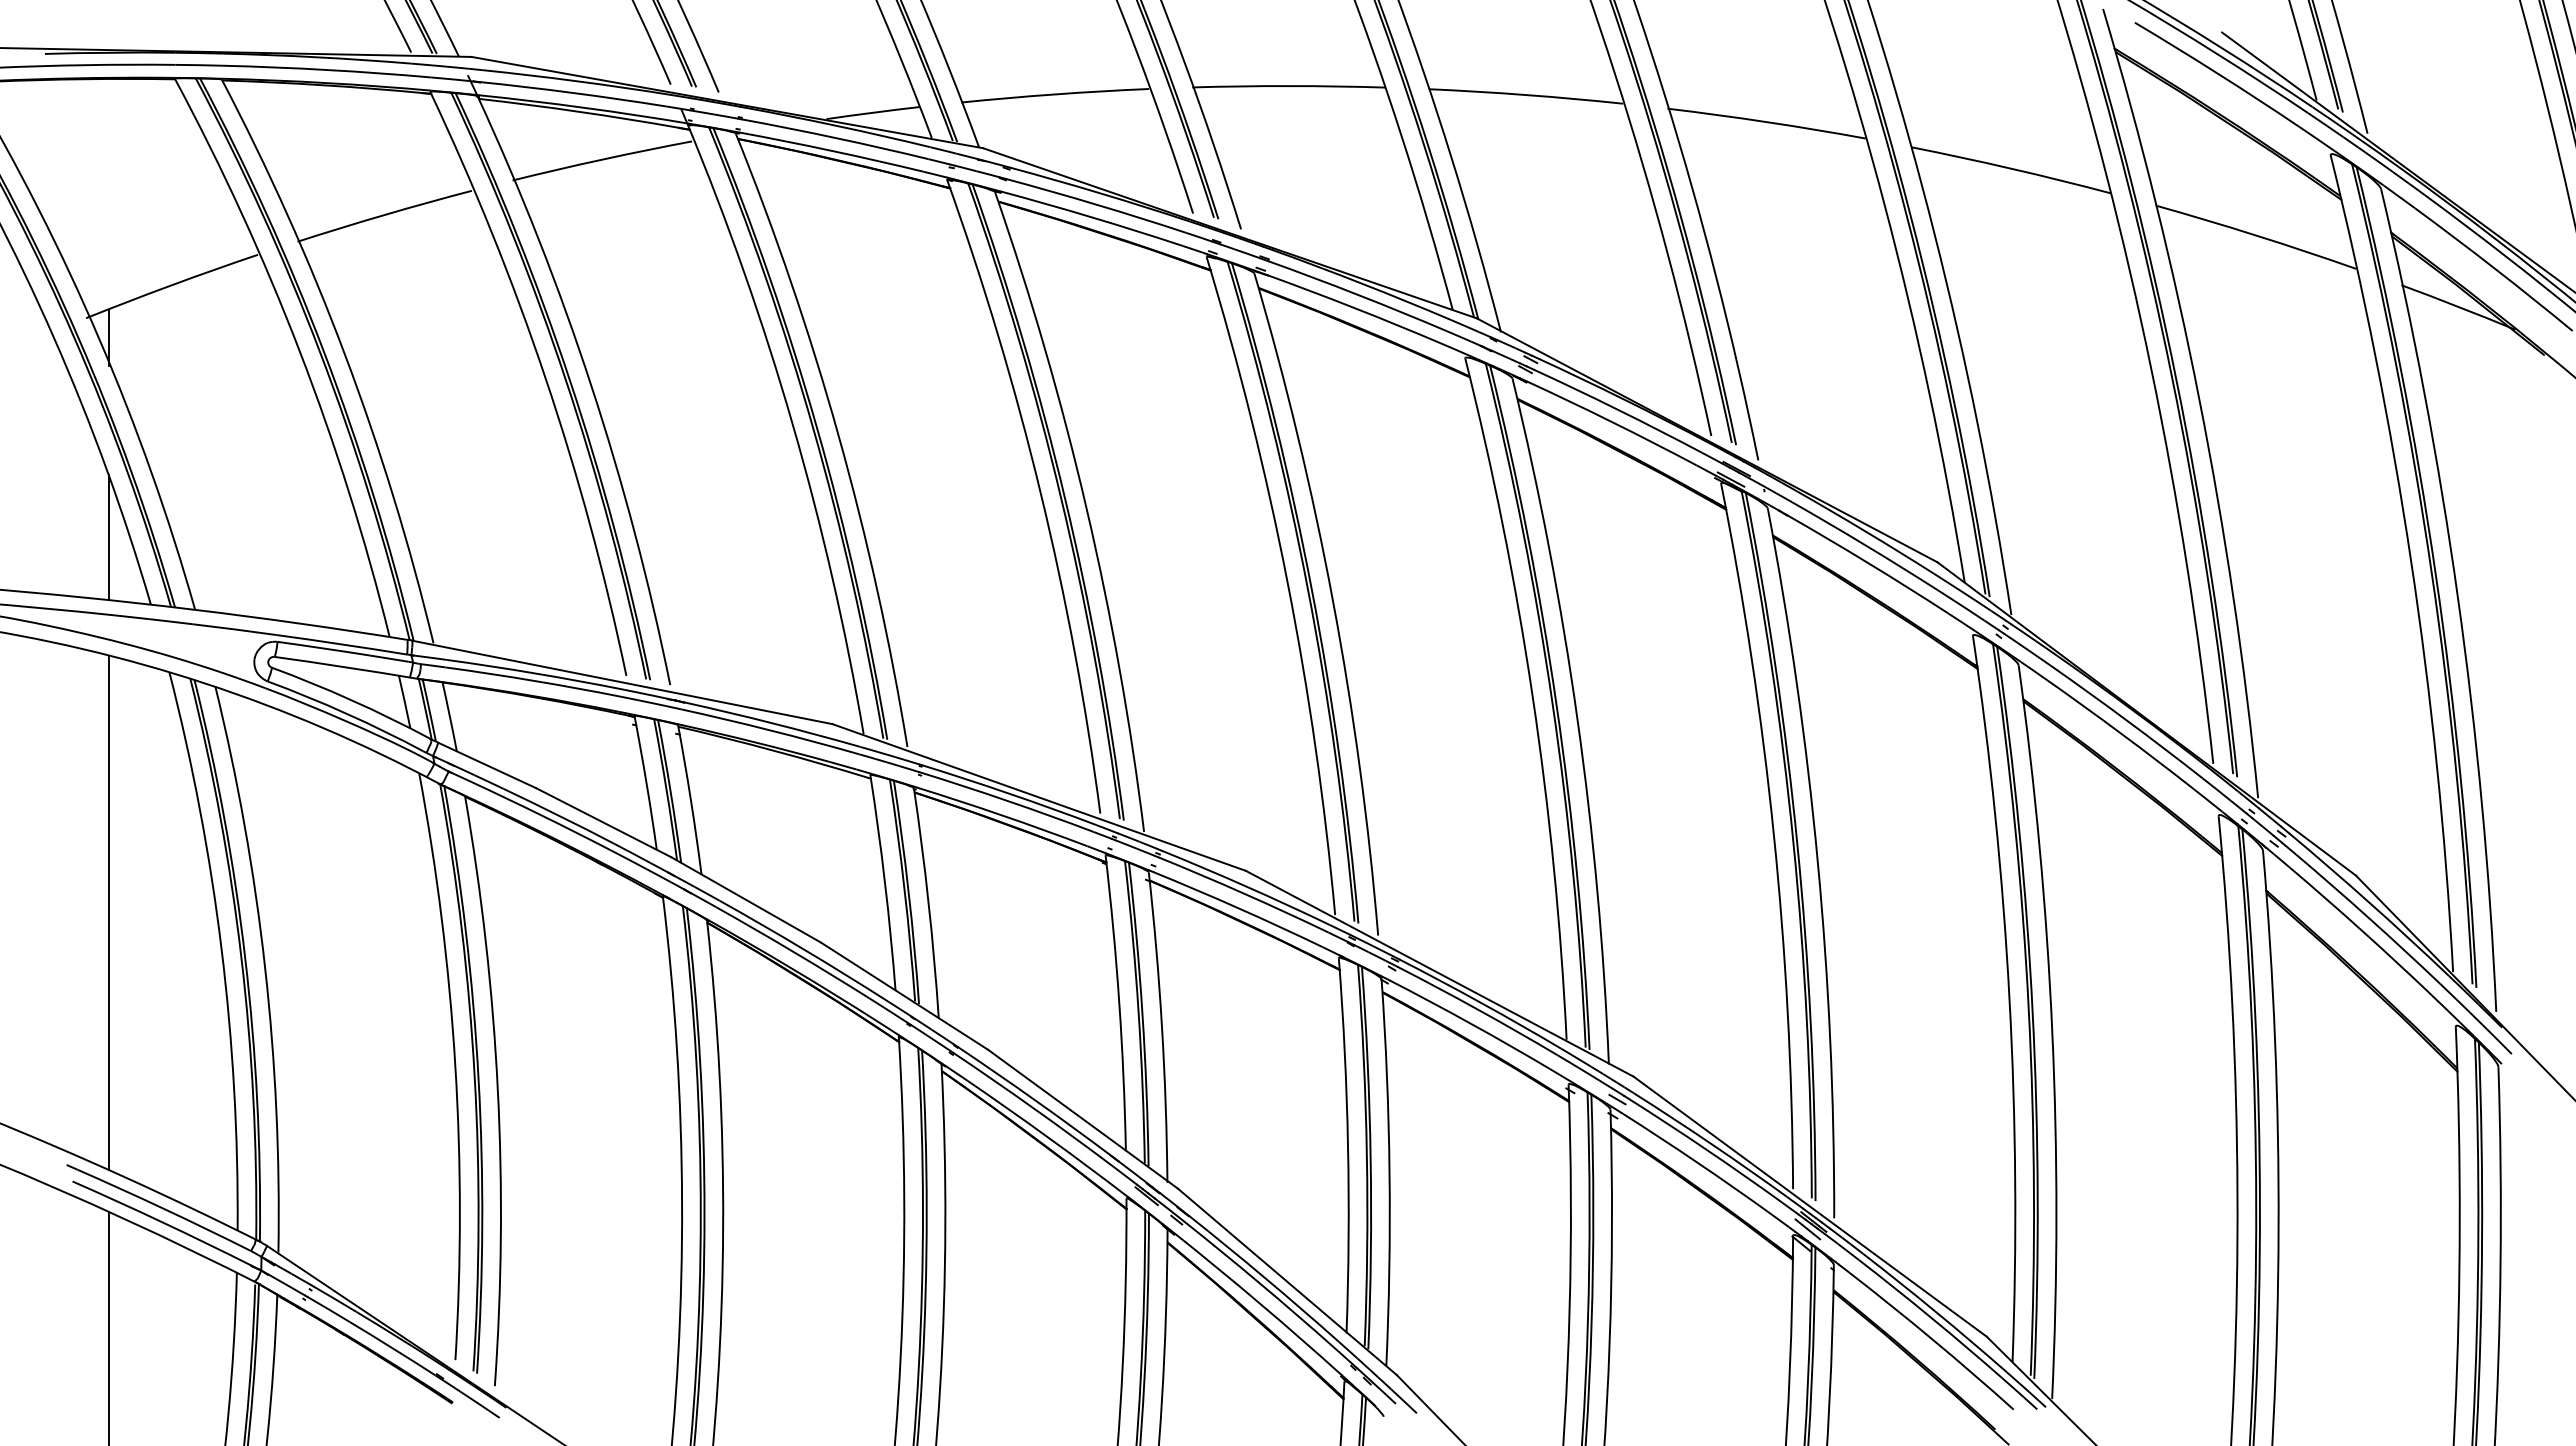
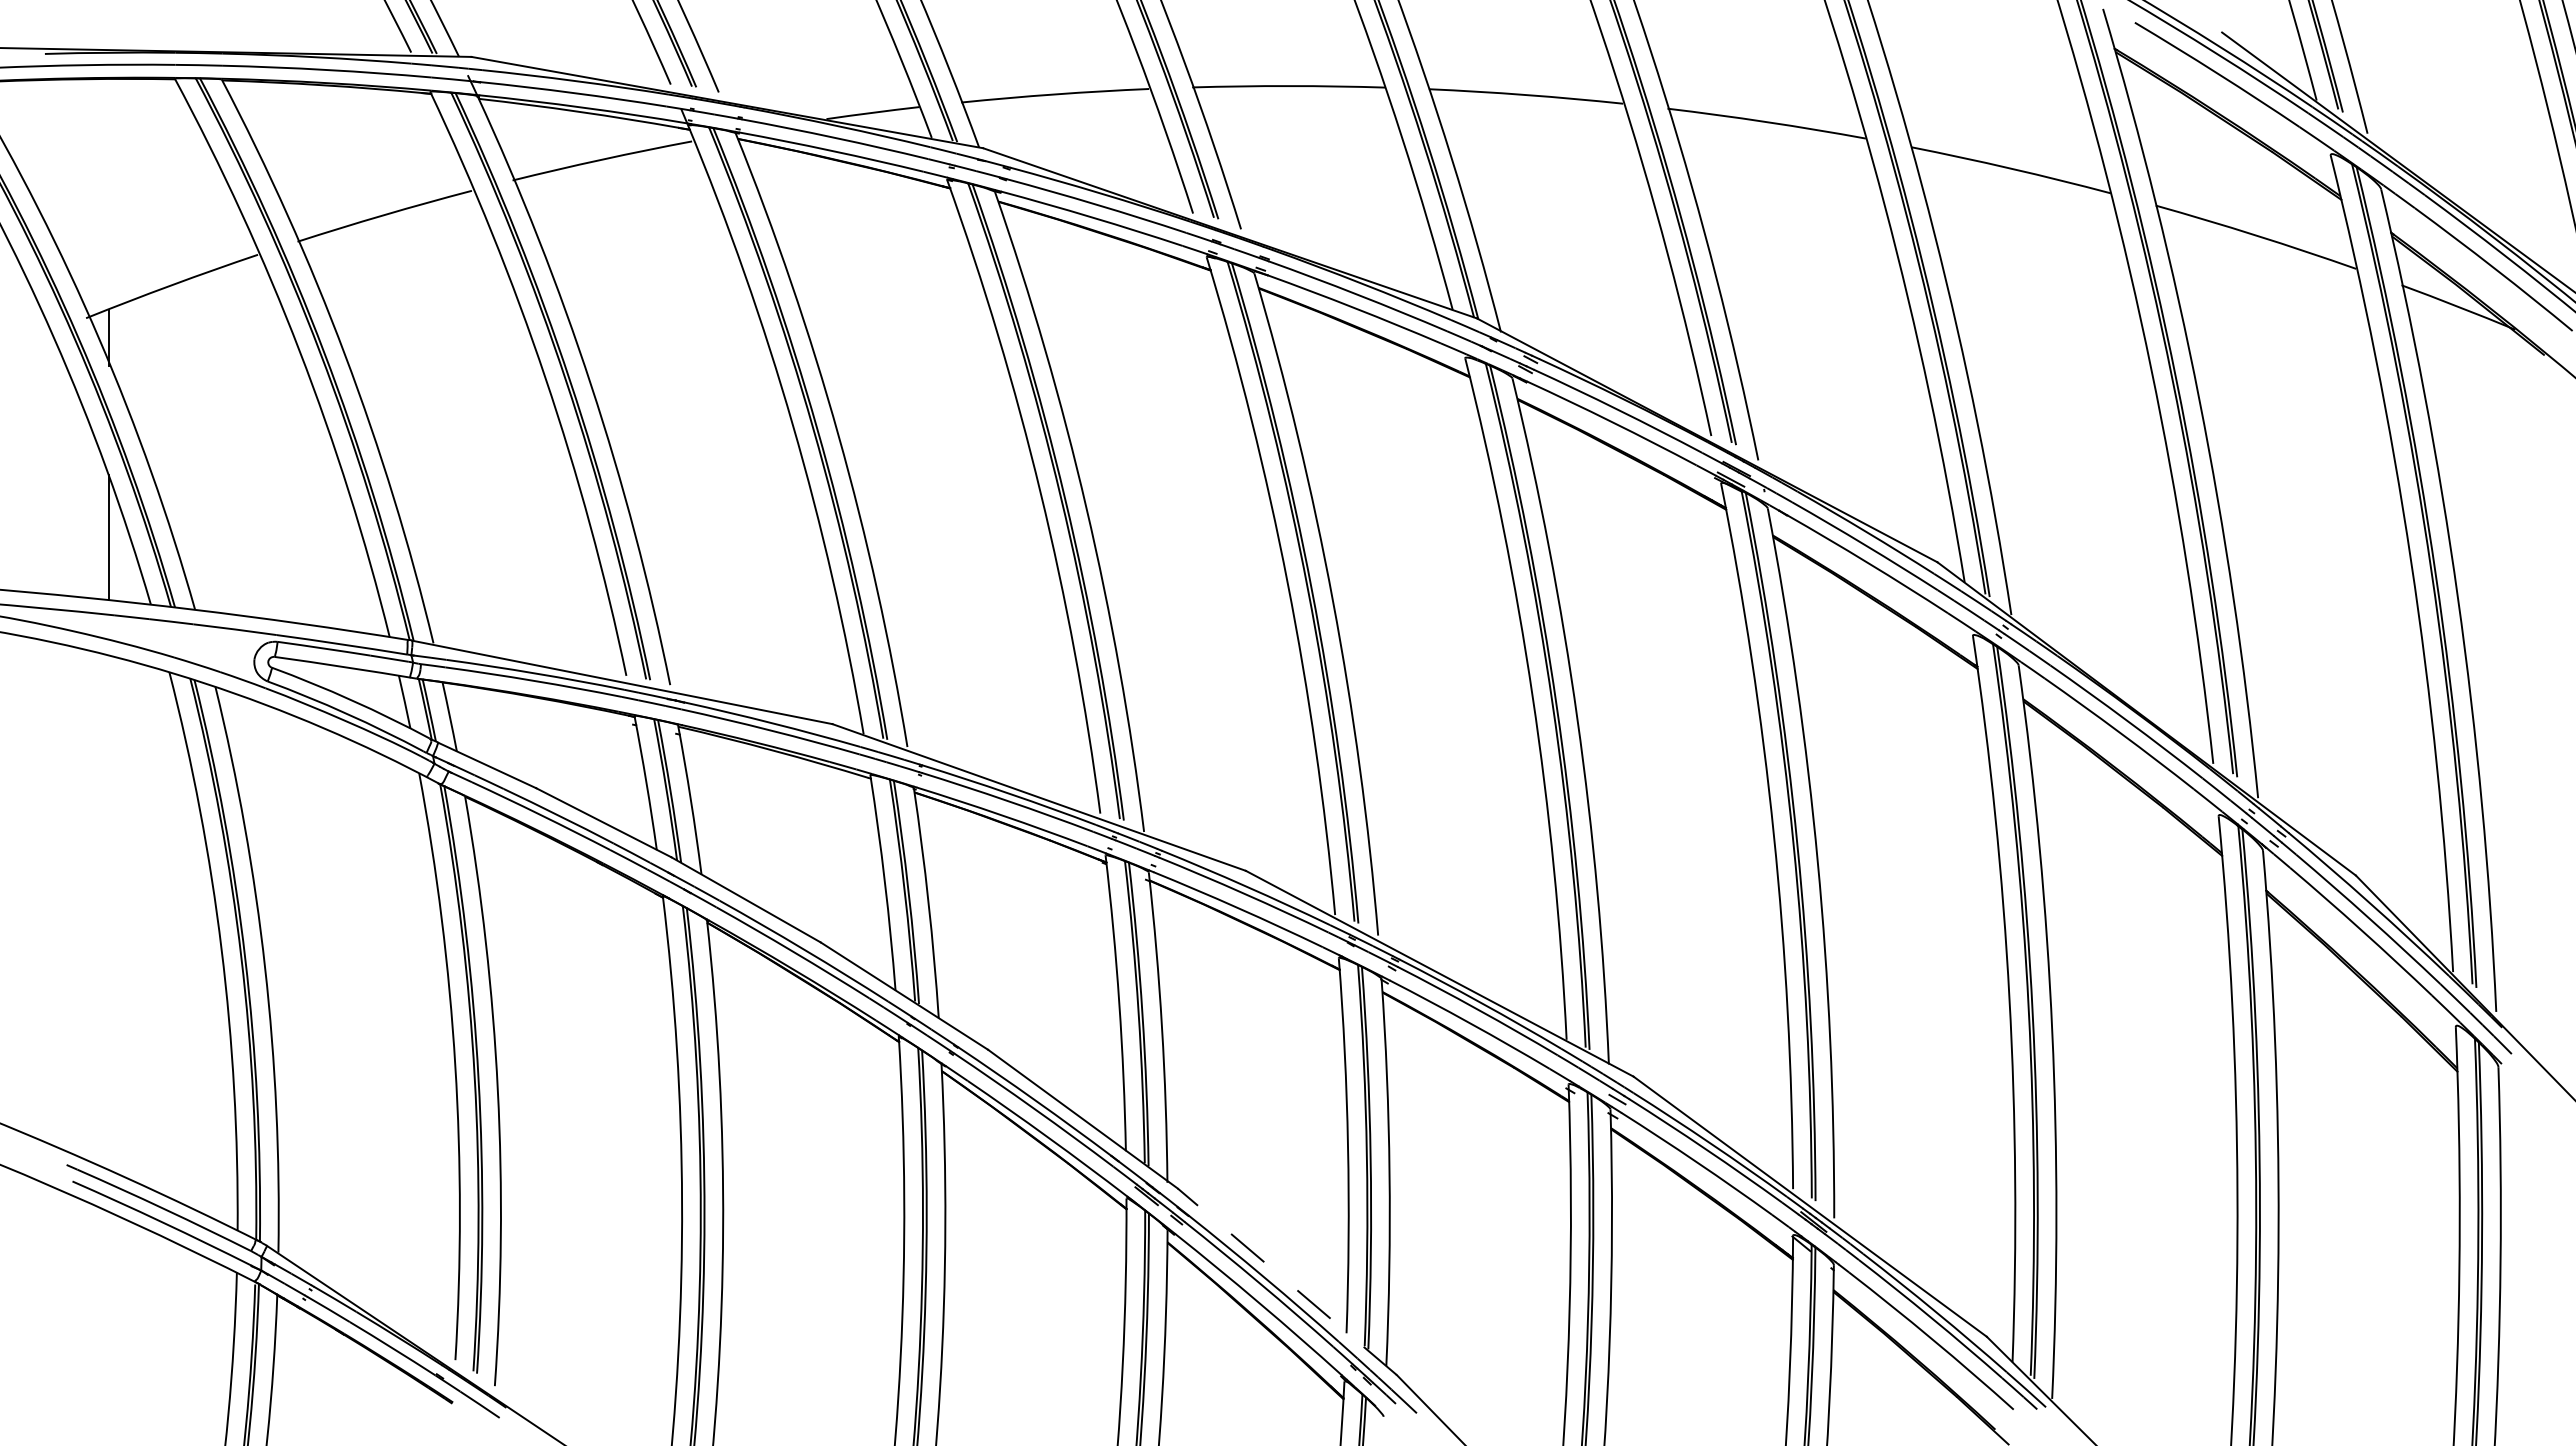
line at (108, 912): present -> none
line at (1807, 1229): present -> none
line at (1287, 1281): solid -> dashed
line at (108, 1326): present -> none
